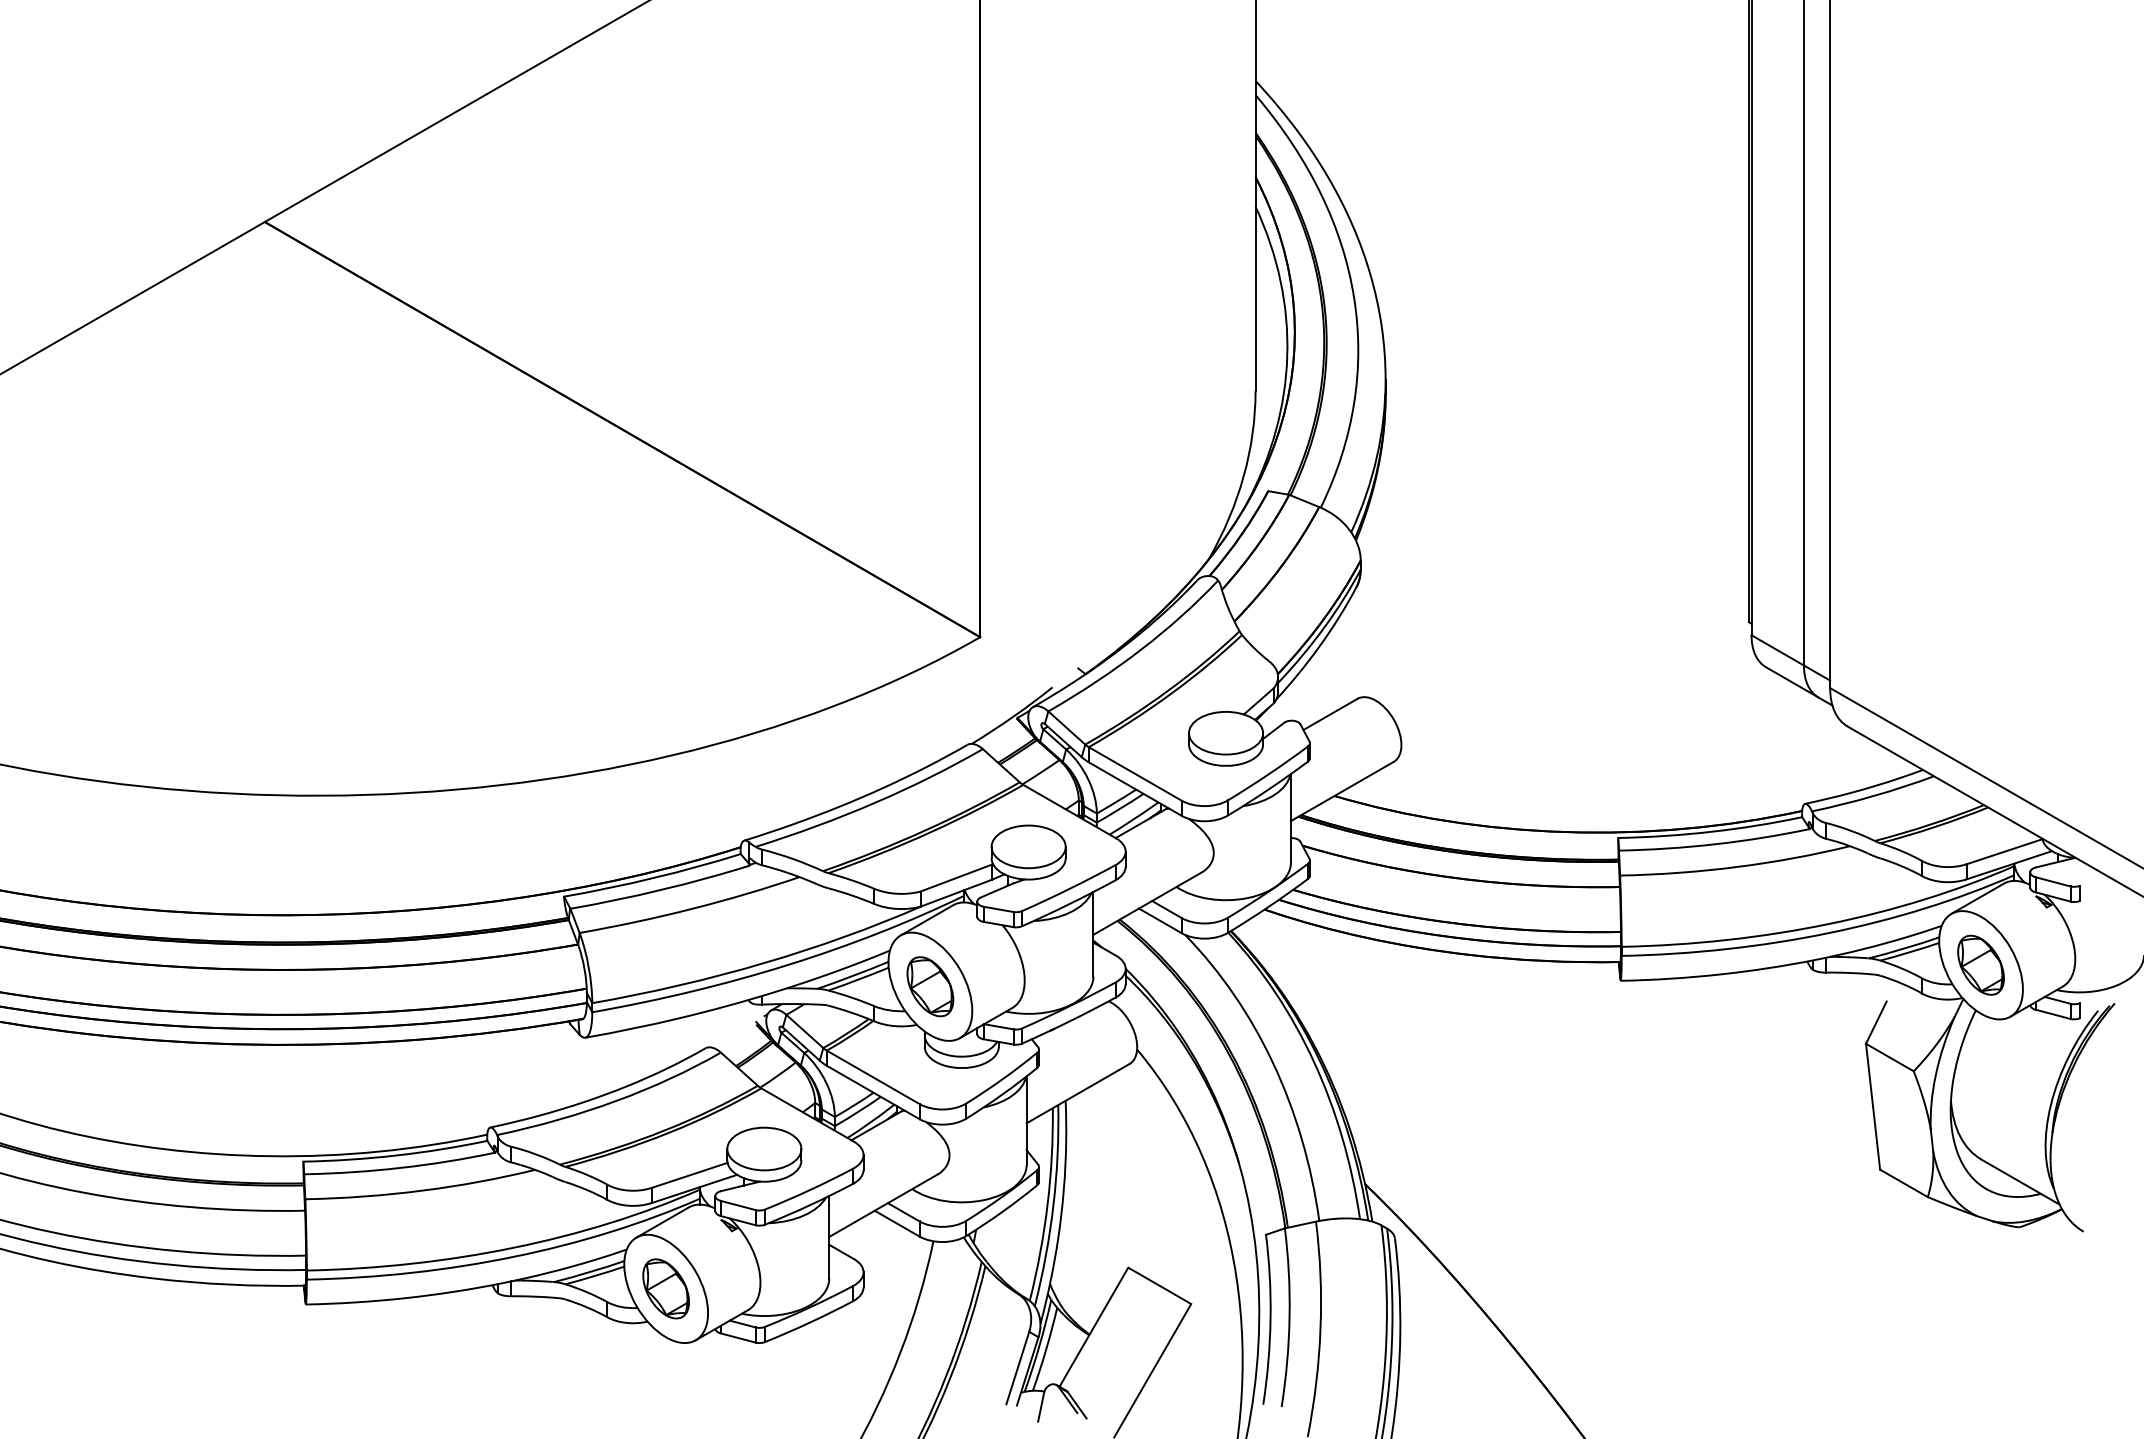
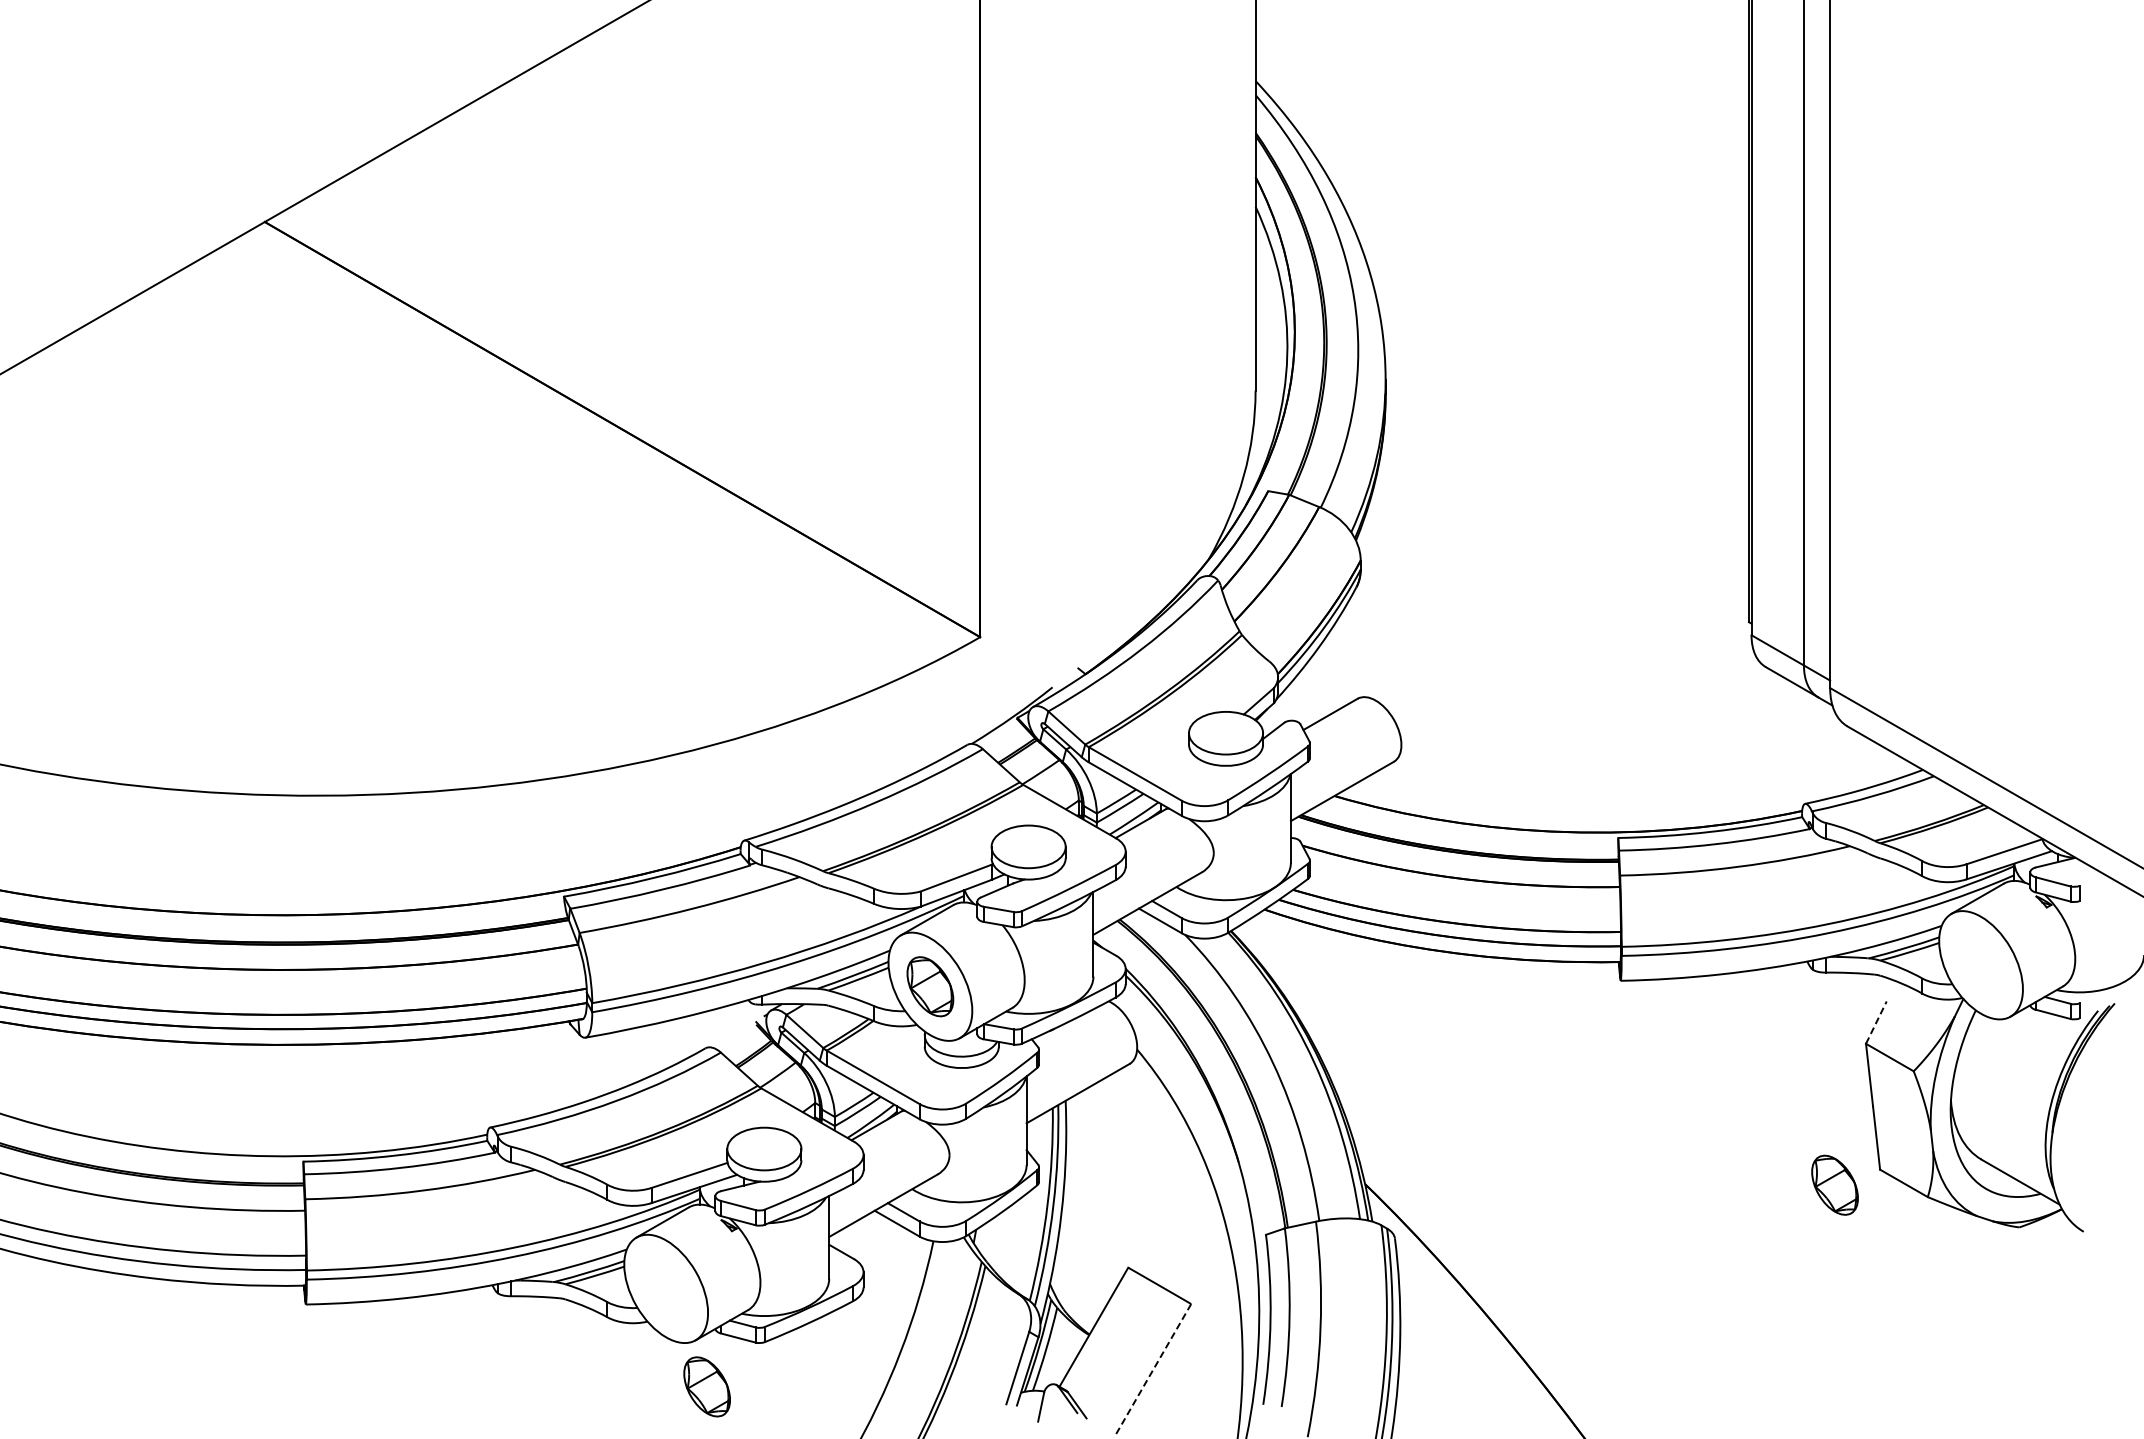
part at (1980, 964) position: (1980, 964) -> (1834, 1184)
line at (1876, 1022): solid -> dashed
part at (665, 1288) position: (665, 1288) -> (706, 1386)
line at (1152, 1371): solid -> dashed
